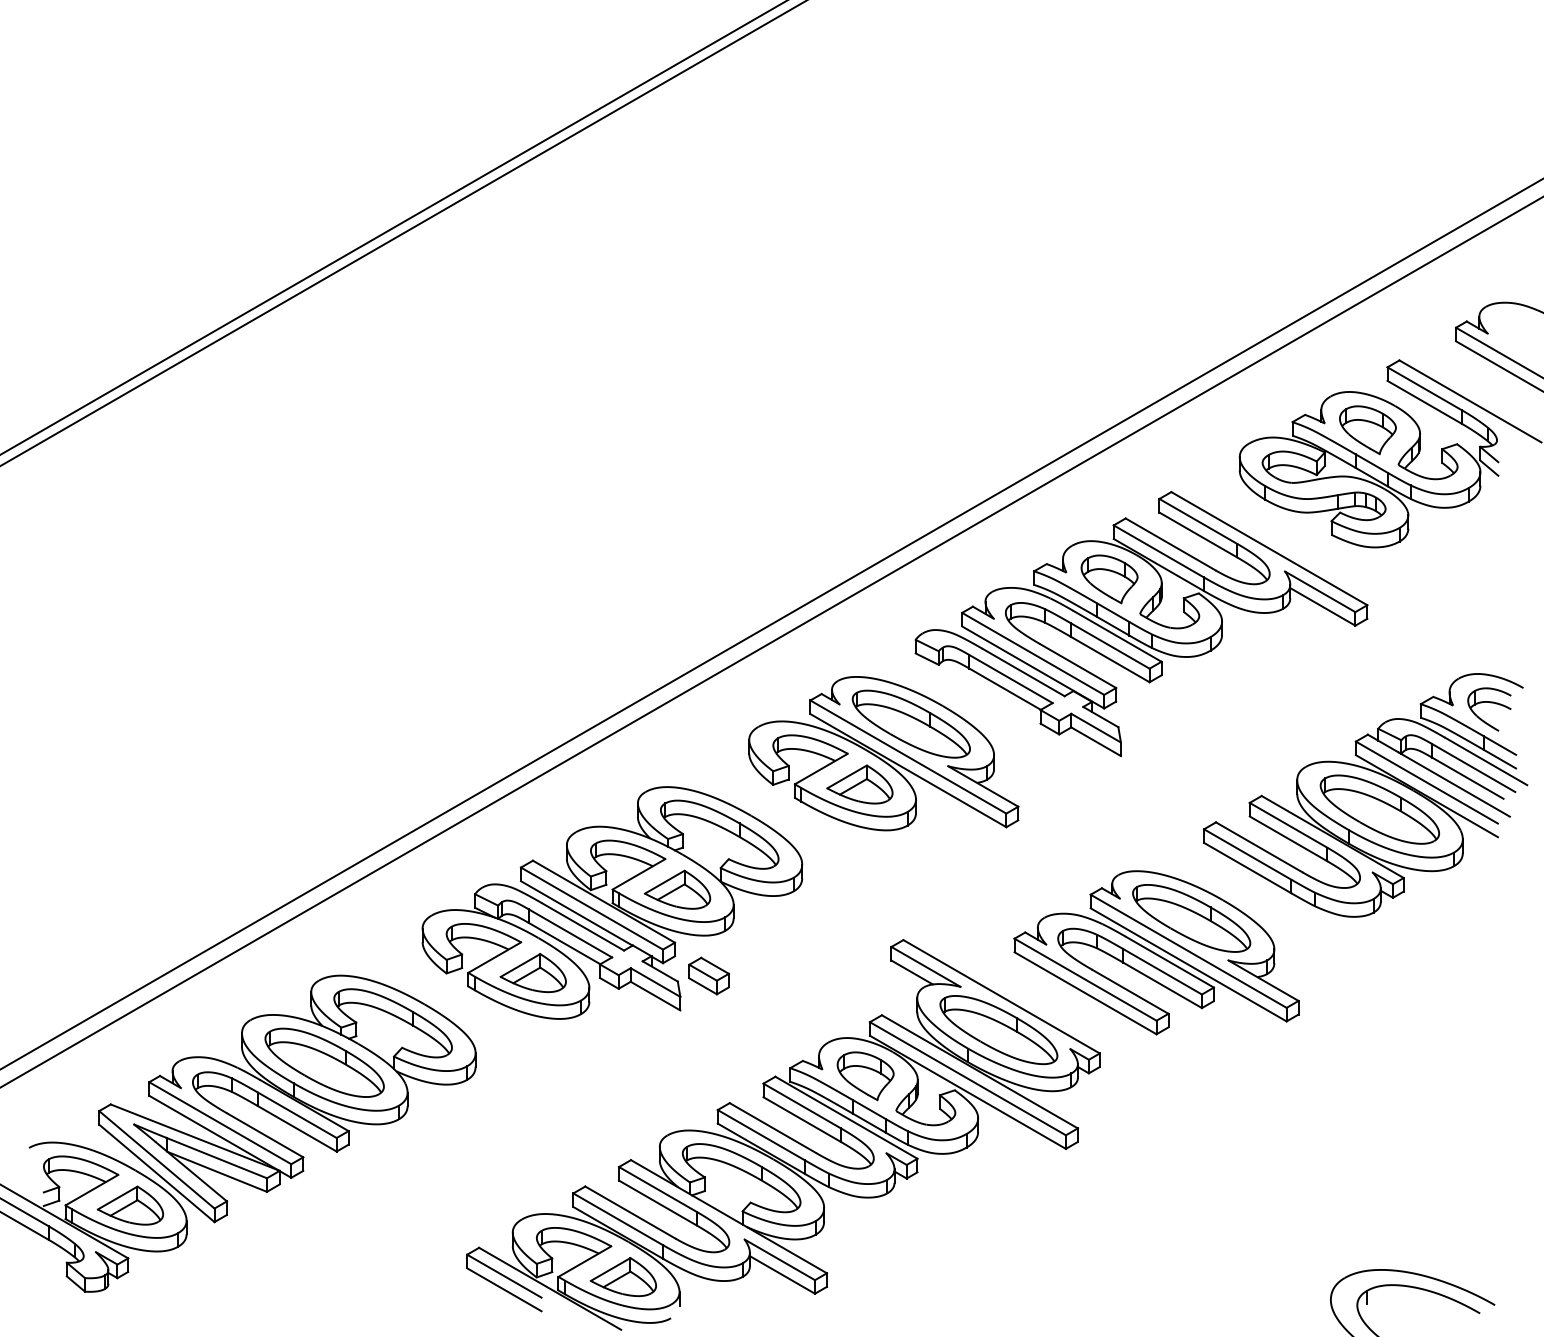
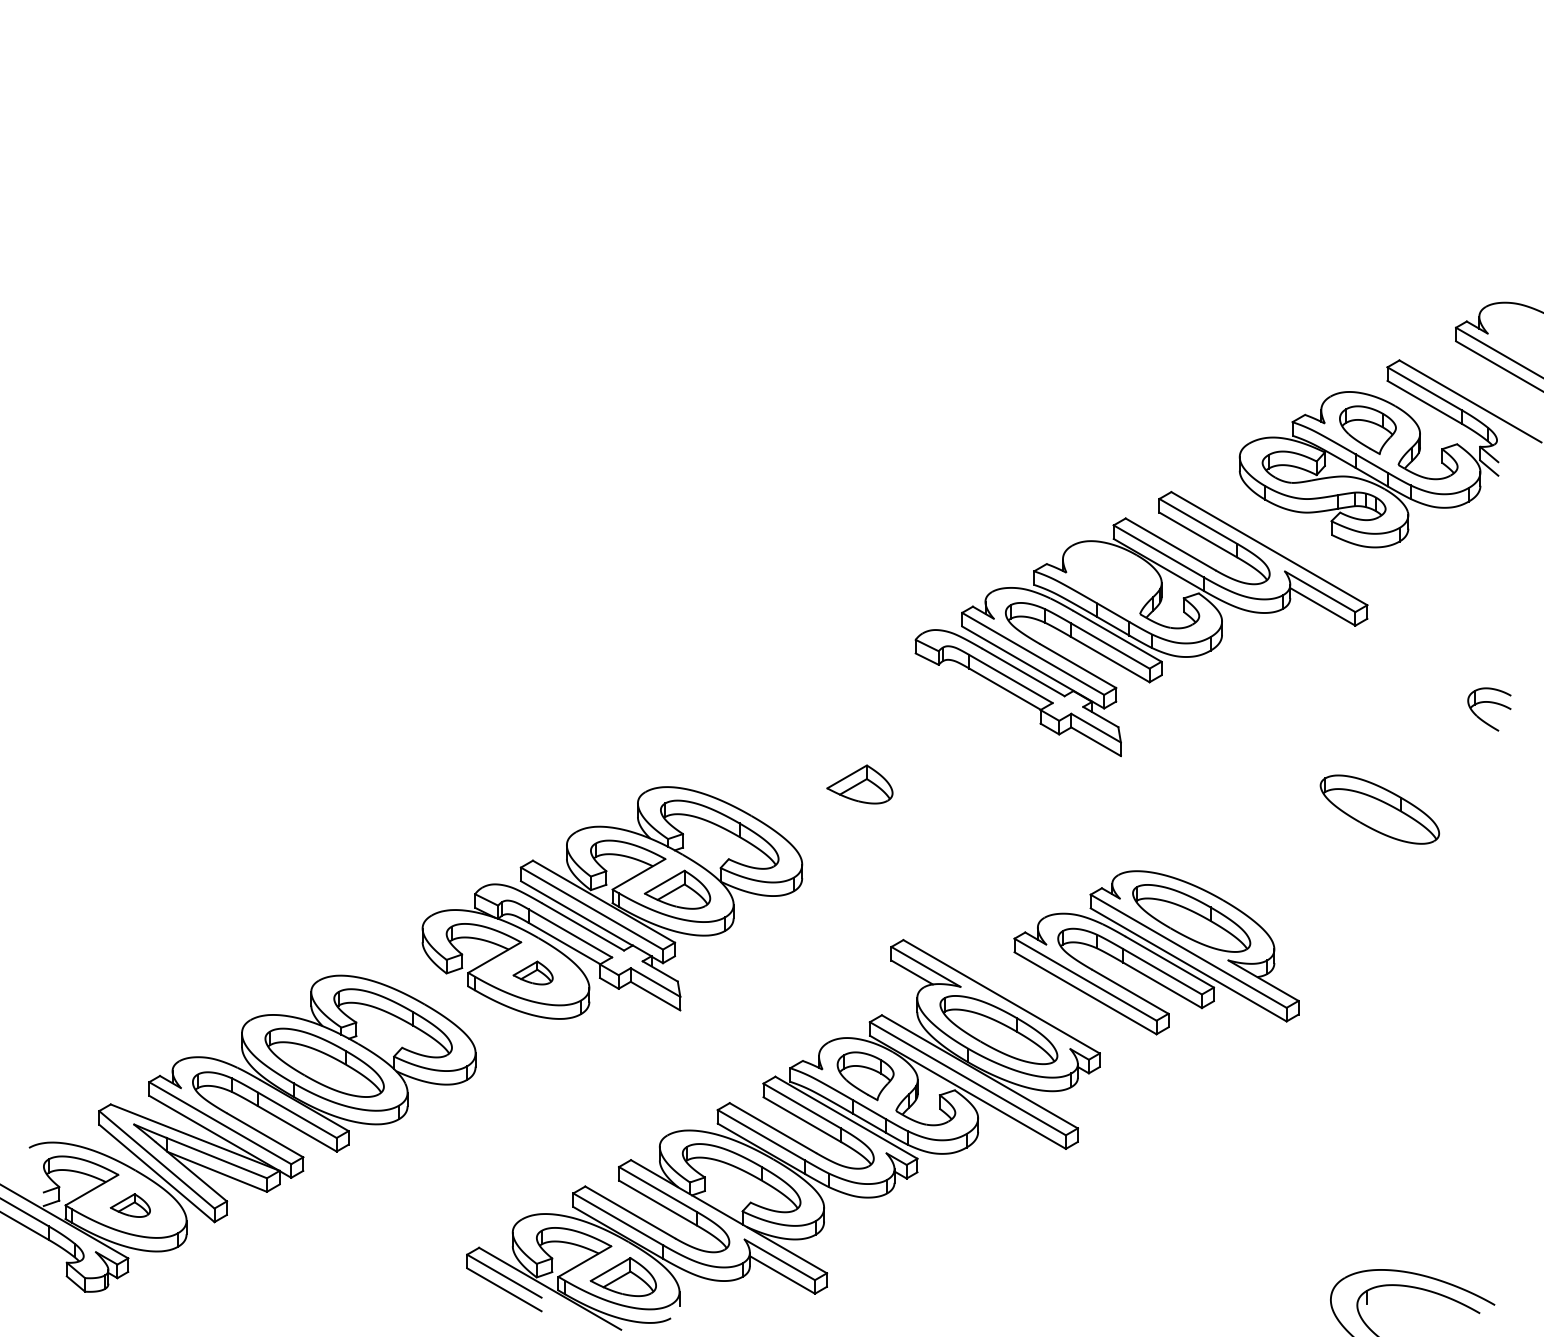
line at (393, 227): present -> none
line at (403, 233): present -> none
part at (1109, 579): present -> none
line at (771, 624): present -> none
line at (771, 642): present -> none
part at (883, 753): present -> none
part at (1365, 795): present -> none
part at (532, 972) size: 68x40 px -> 42x26 px
part at (708, 975): present -> none
part at (130, 1205) size: 69x41 px -> 42x25 px
